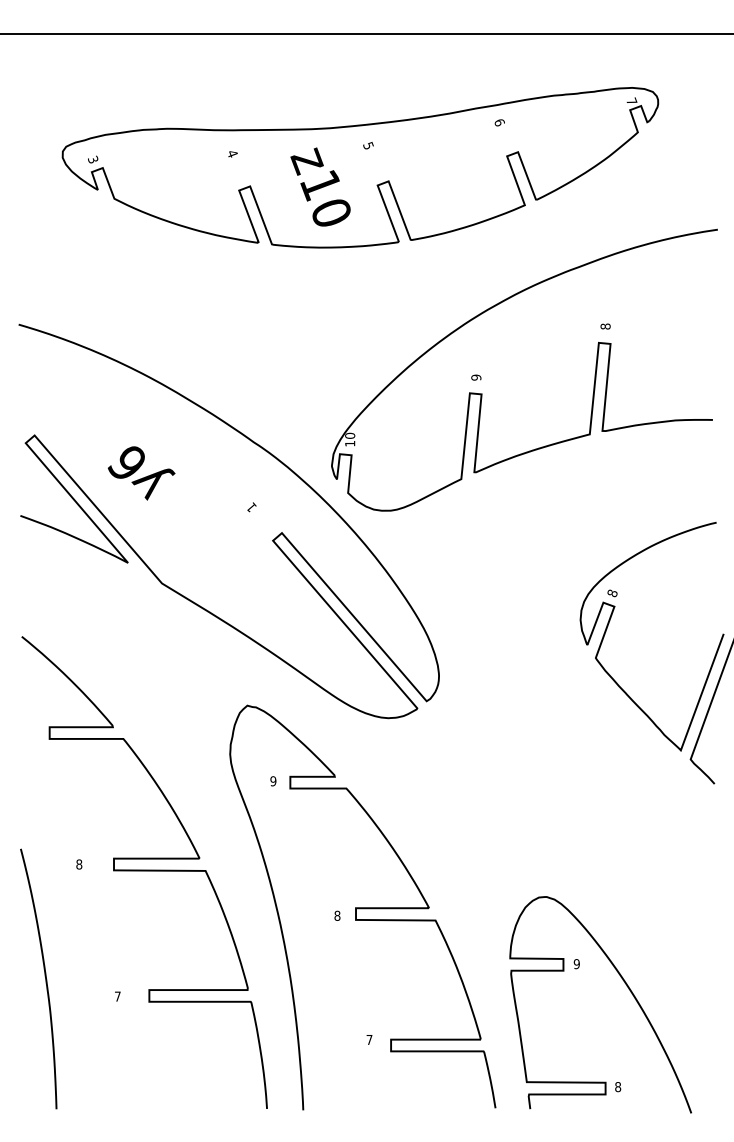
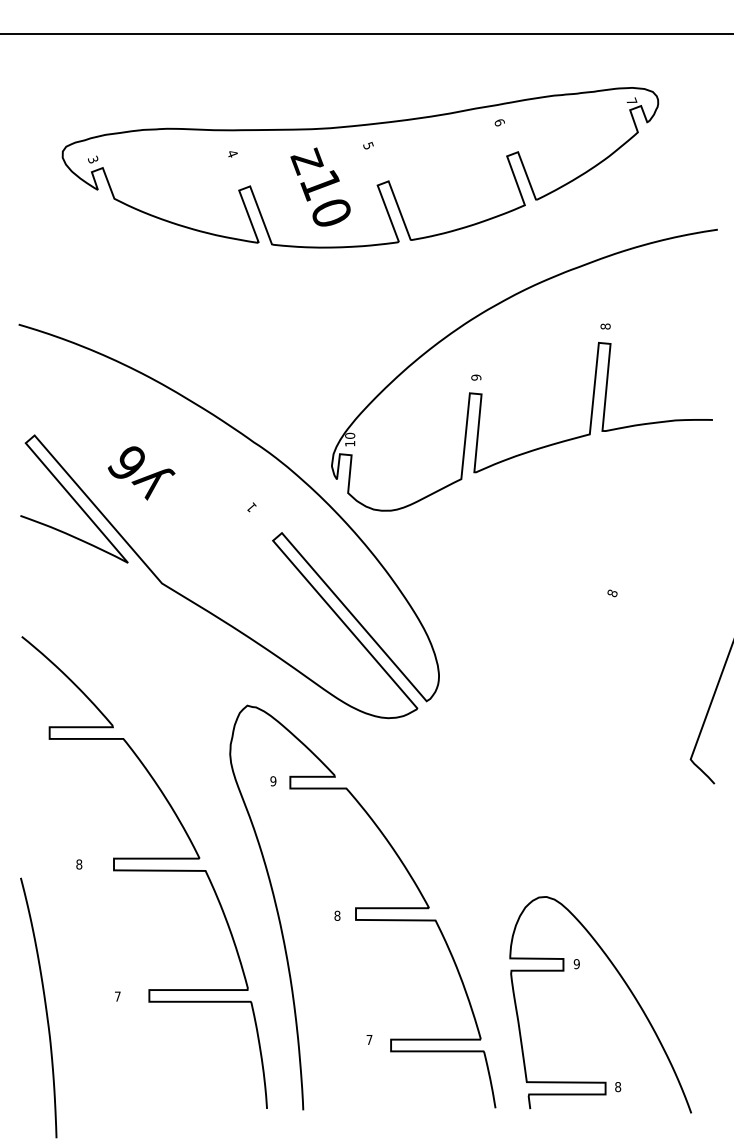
curve at (611, 618): present -> none
curve at (44, 976) position: (44, 976) -> (44, 1005)
